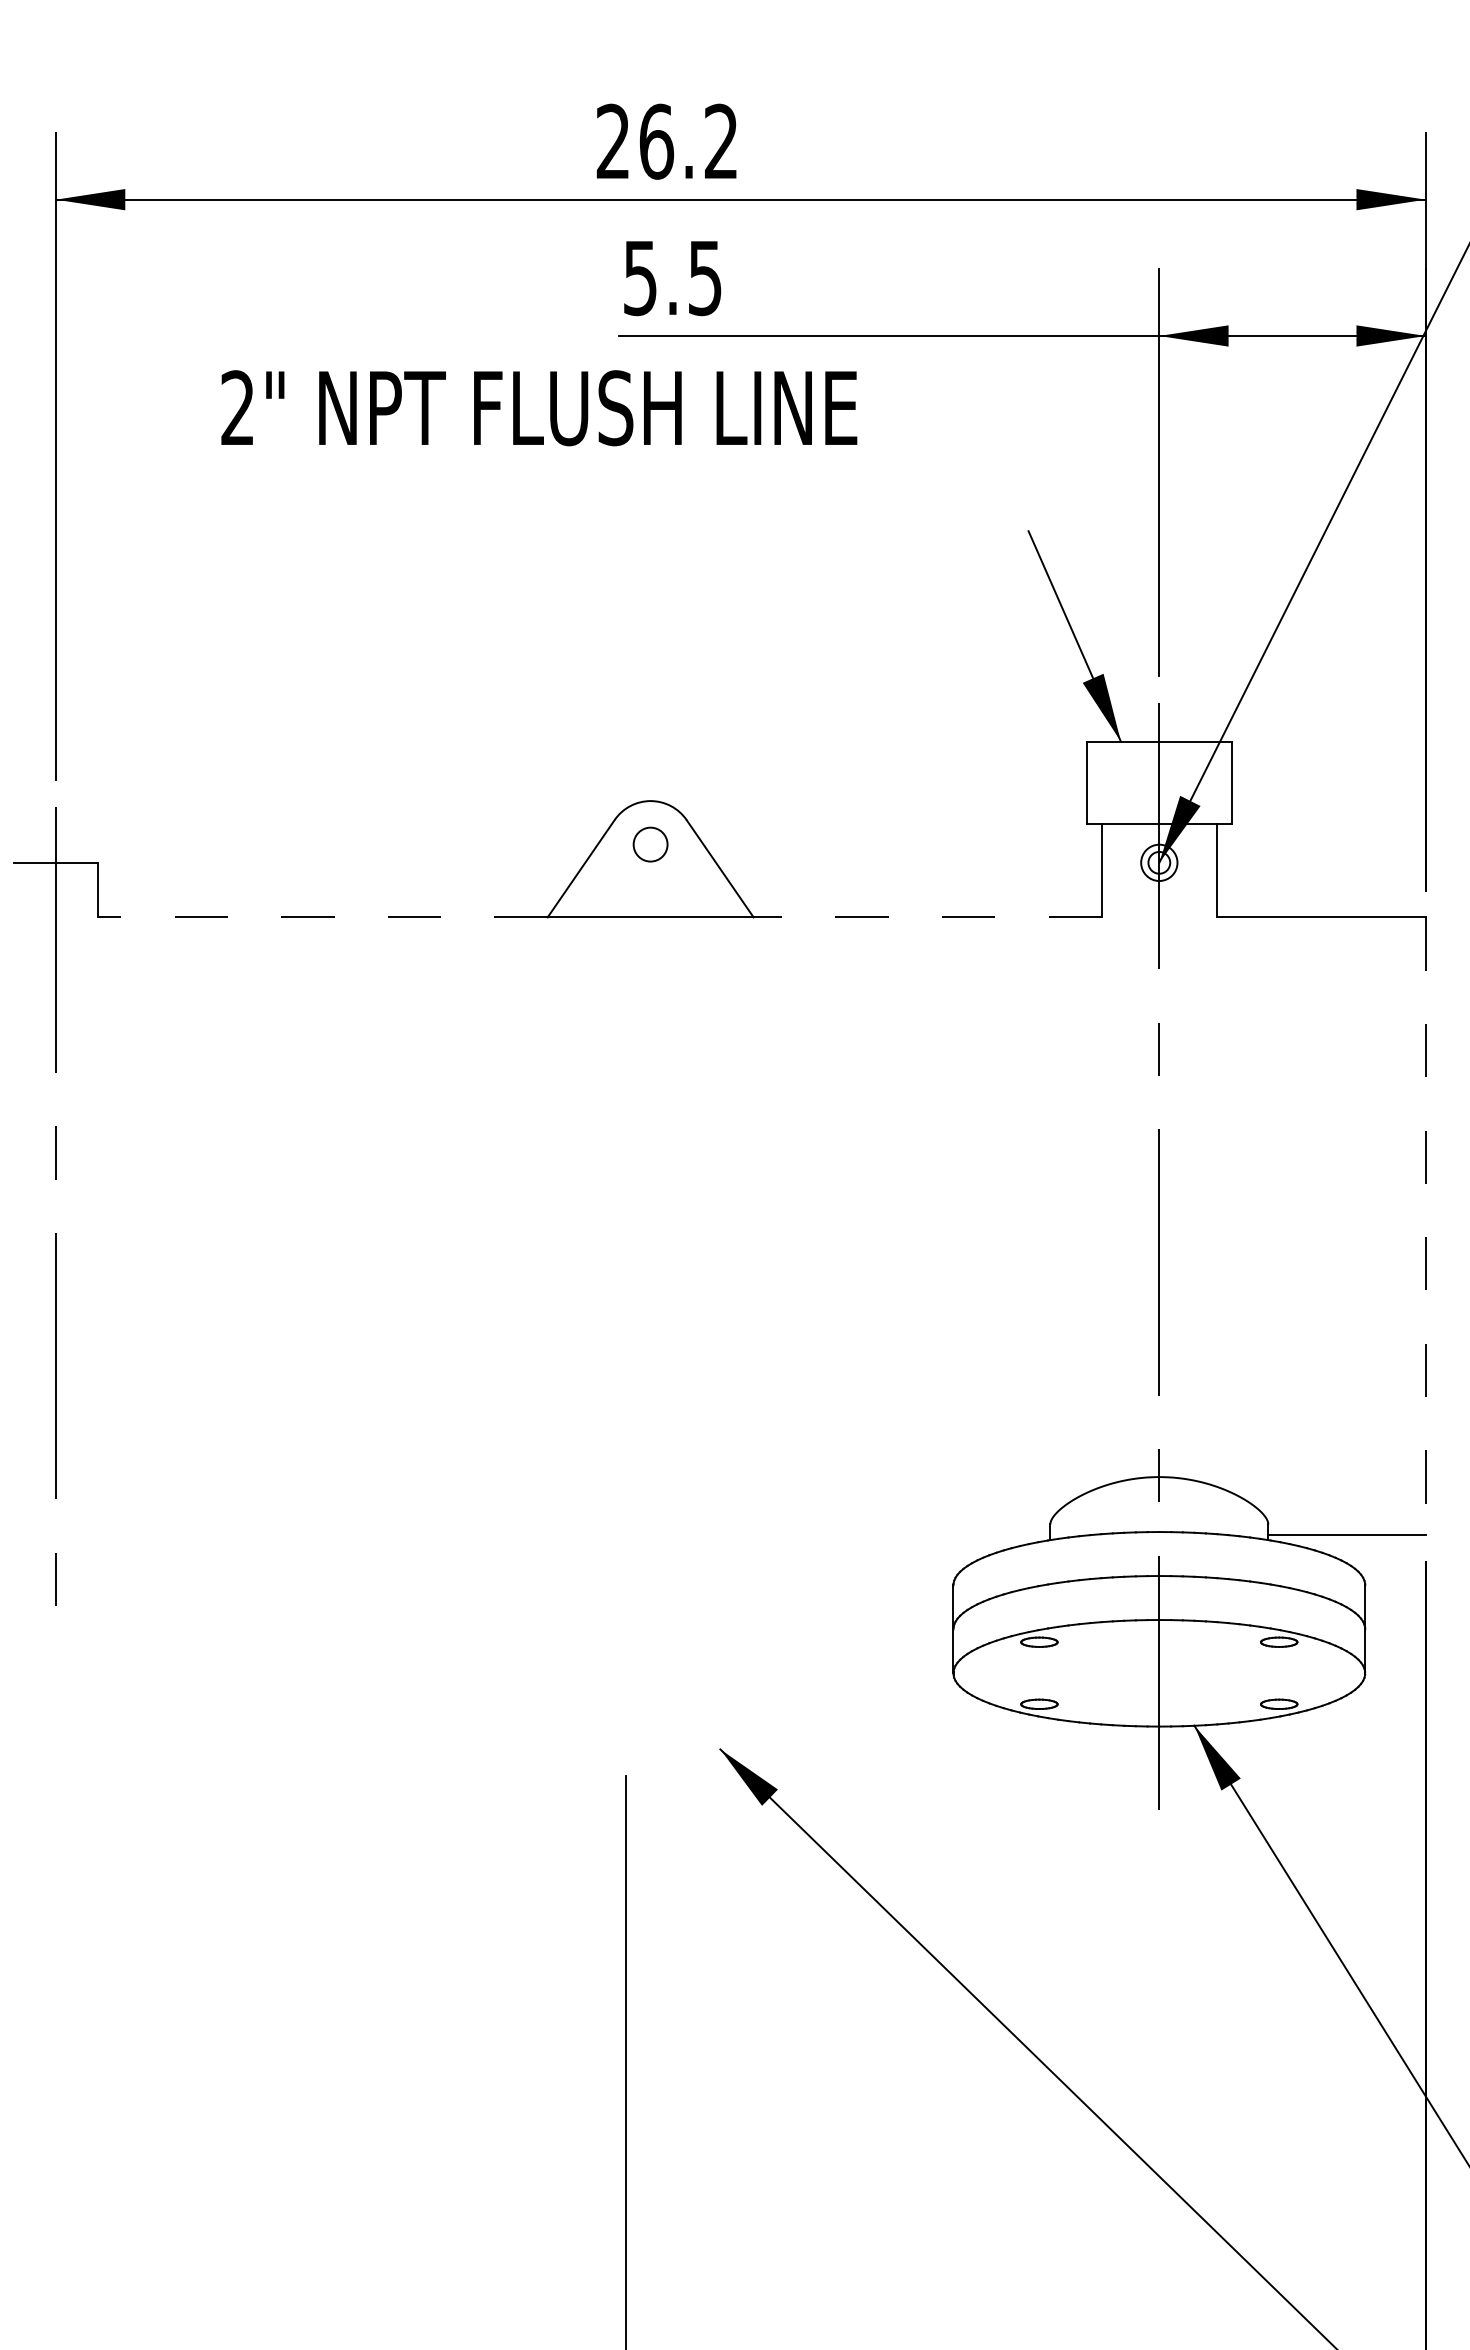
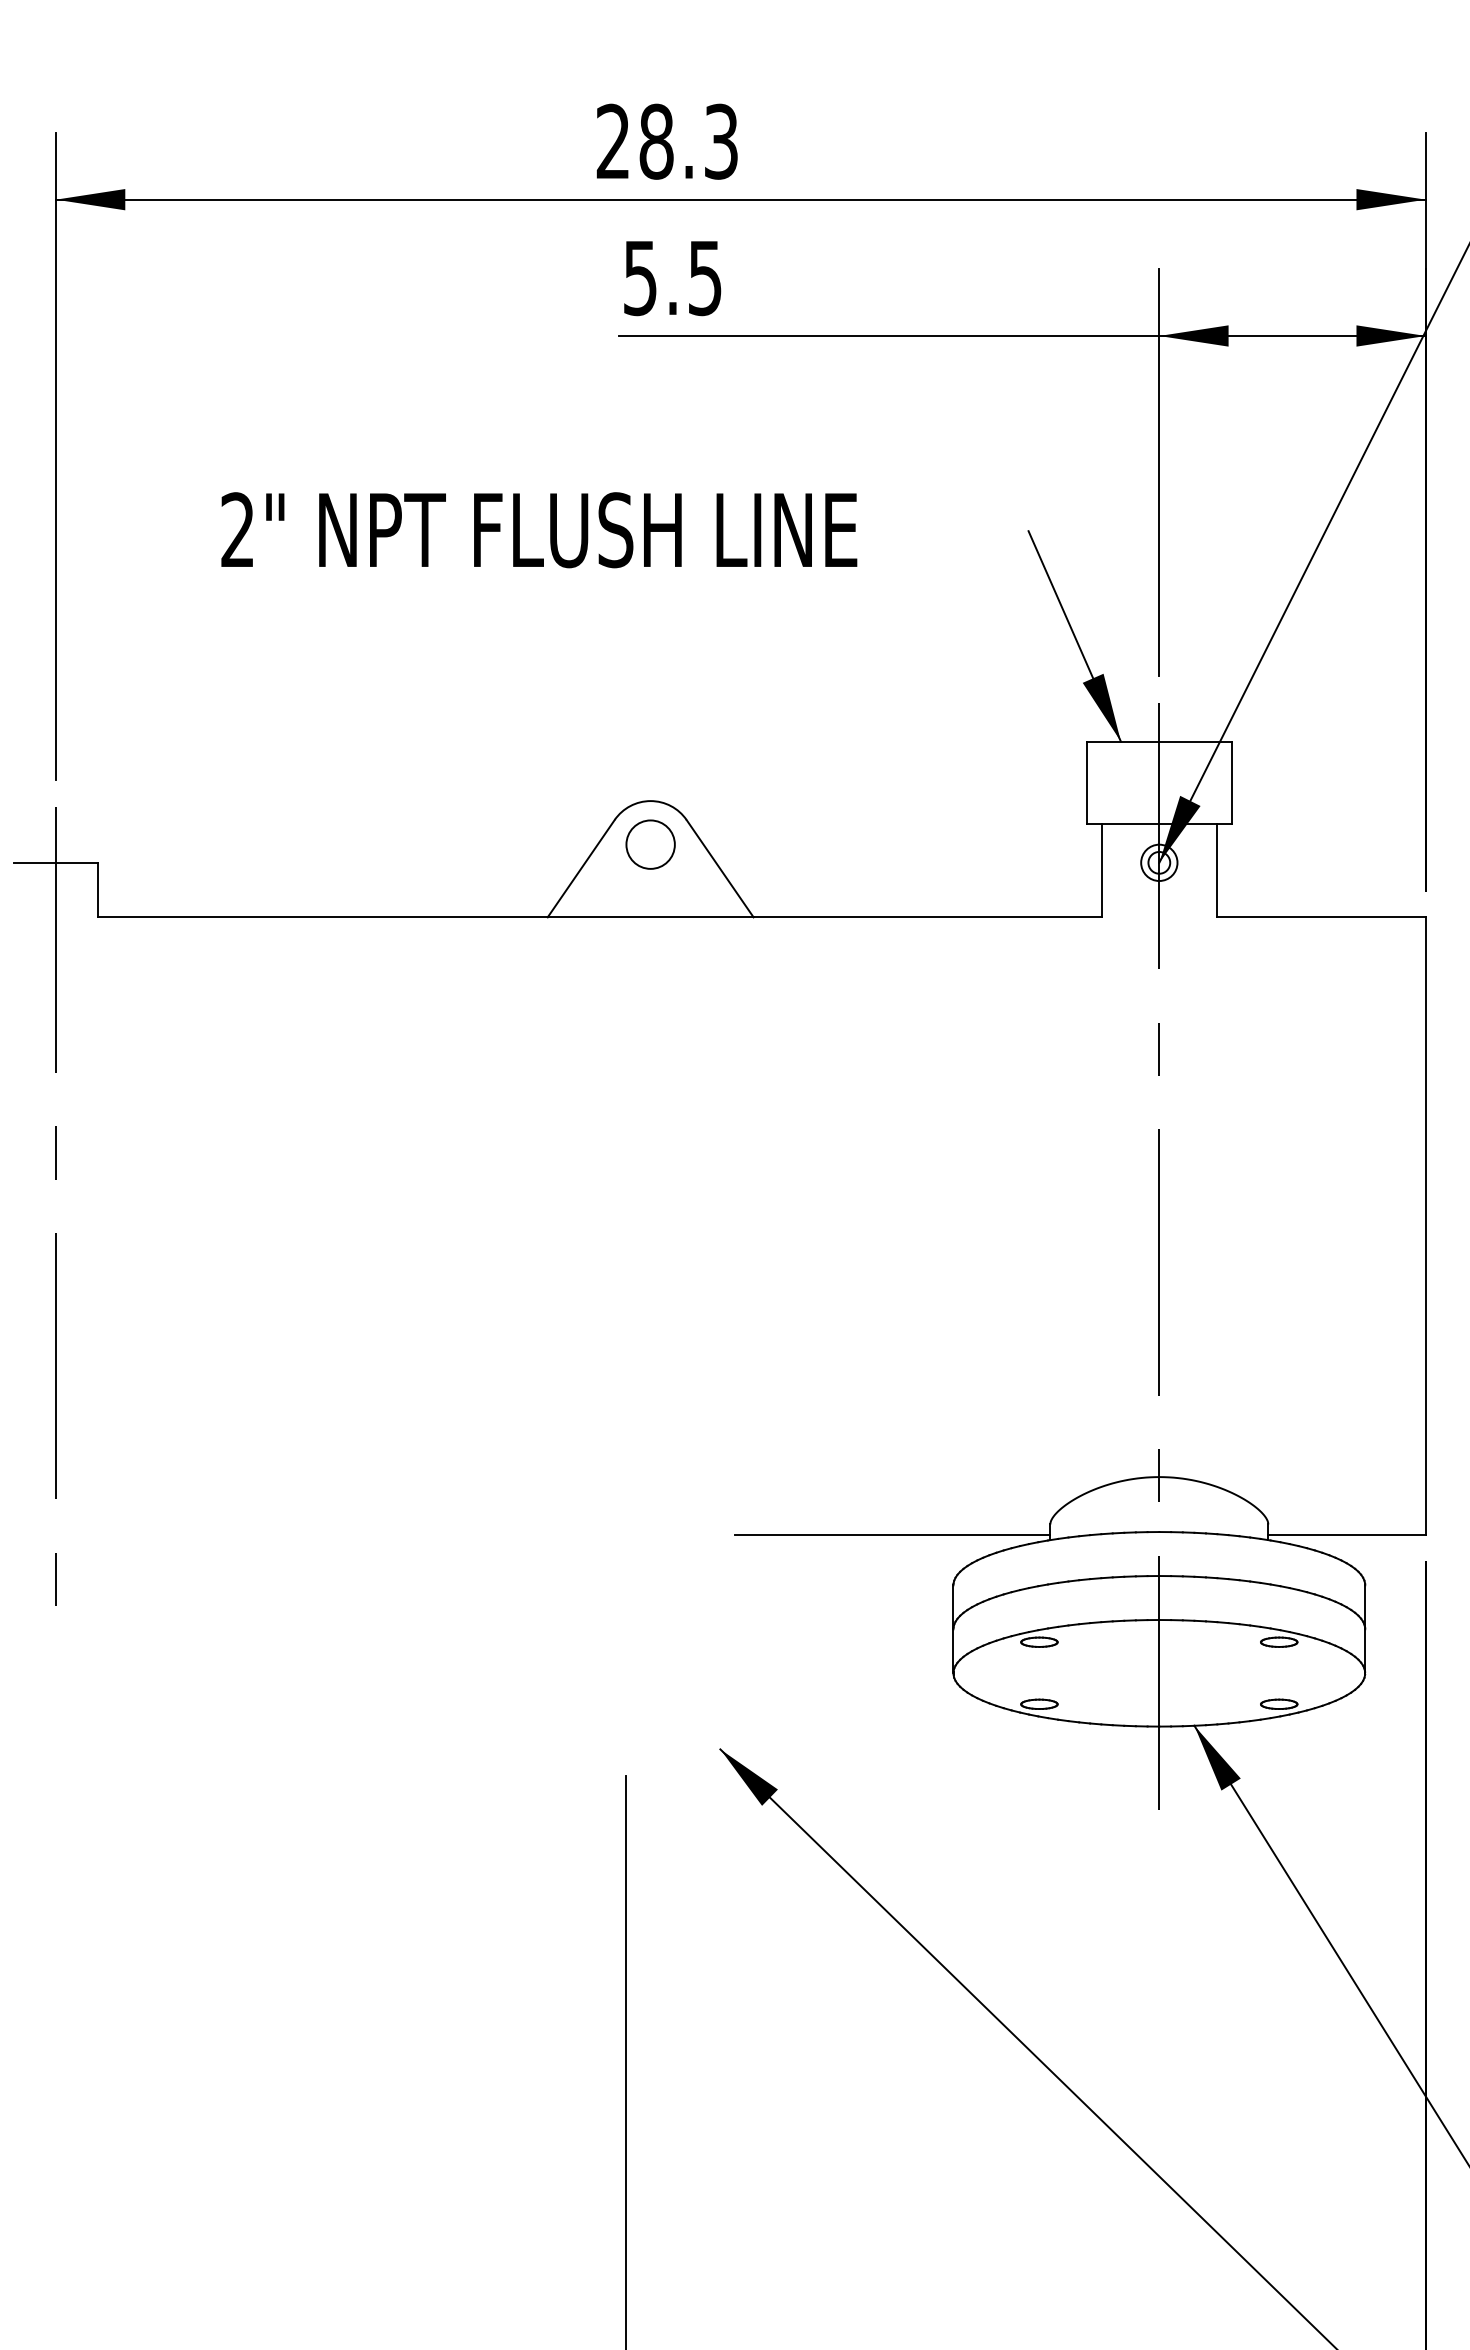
text at (688, 141): 26.2 -> 28.3
text at (539, 408) position: (539, 408) -> (539, 530)
circle at (650, 844) size: 37x37 px -> 51x51 px
line at (322, 917): dashed -> solid
line at (927, 917): dashed -> solid
line at (1425, 1226): dashed -> solid
line at (892, 1535): none -> present
